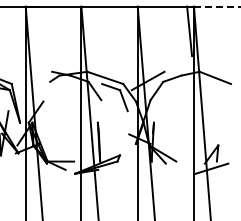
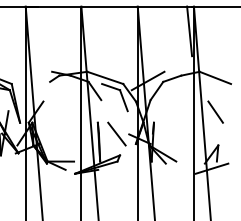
line at (217, 6): dashed -> solid
line at (215, 111): none -> present
line at (116, 133): none -> present
